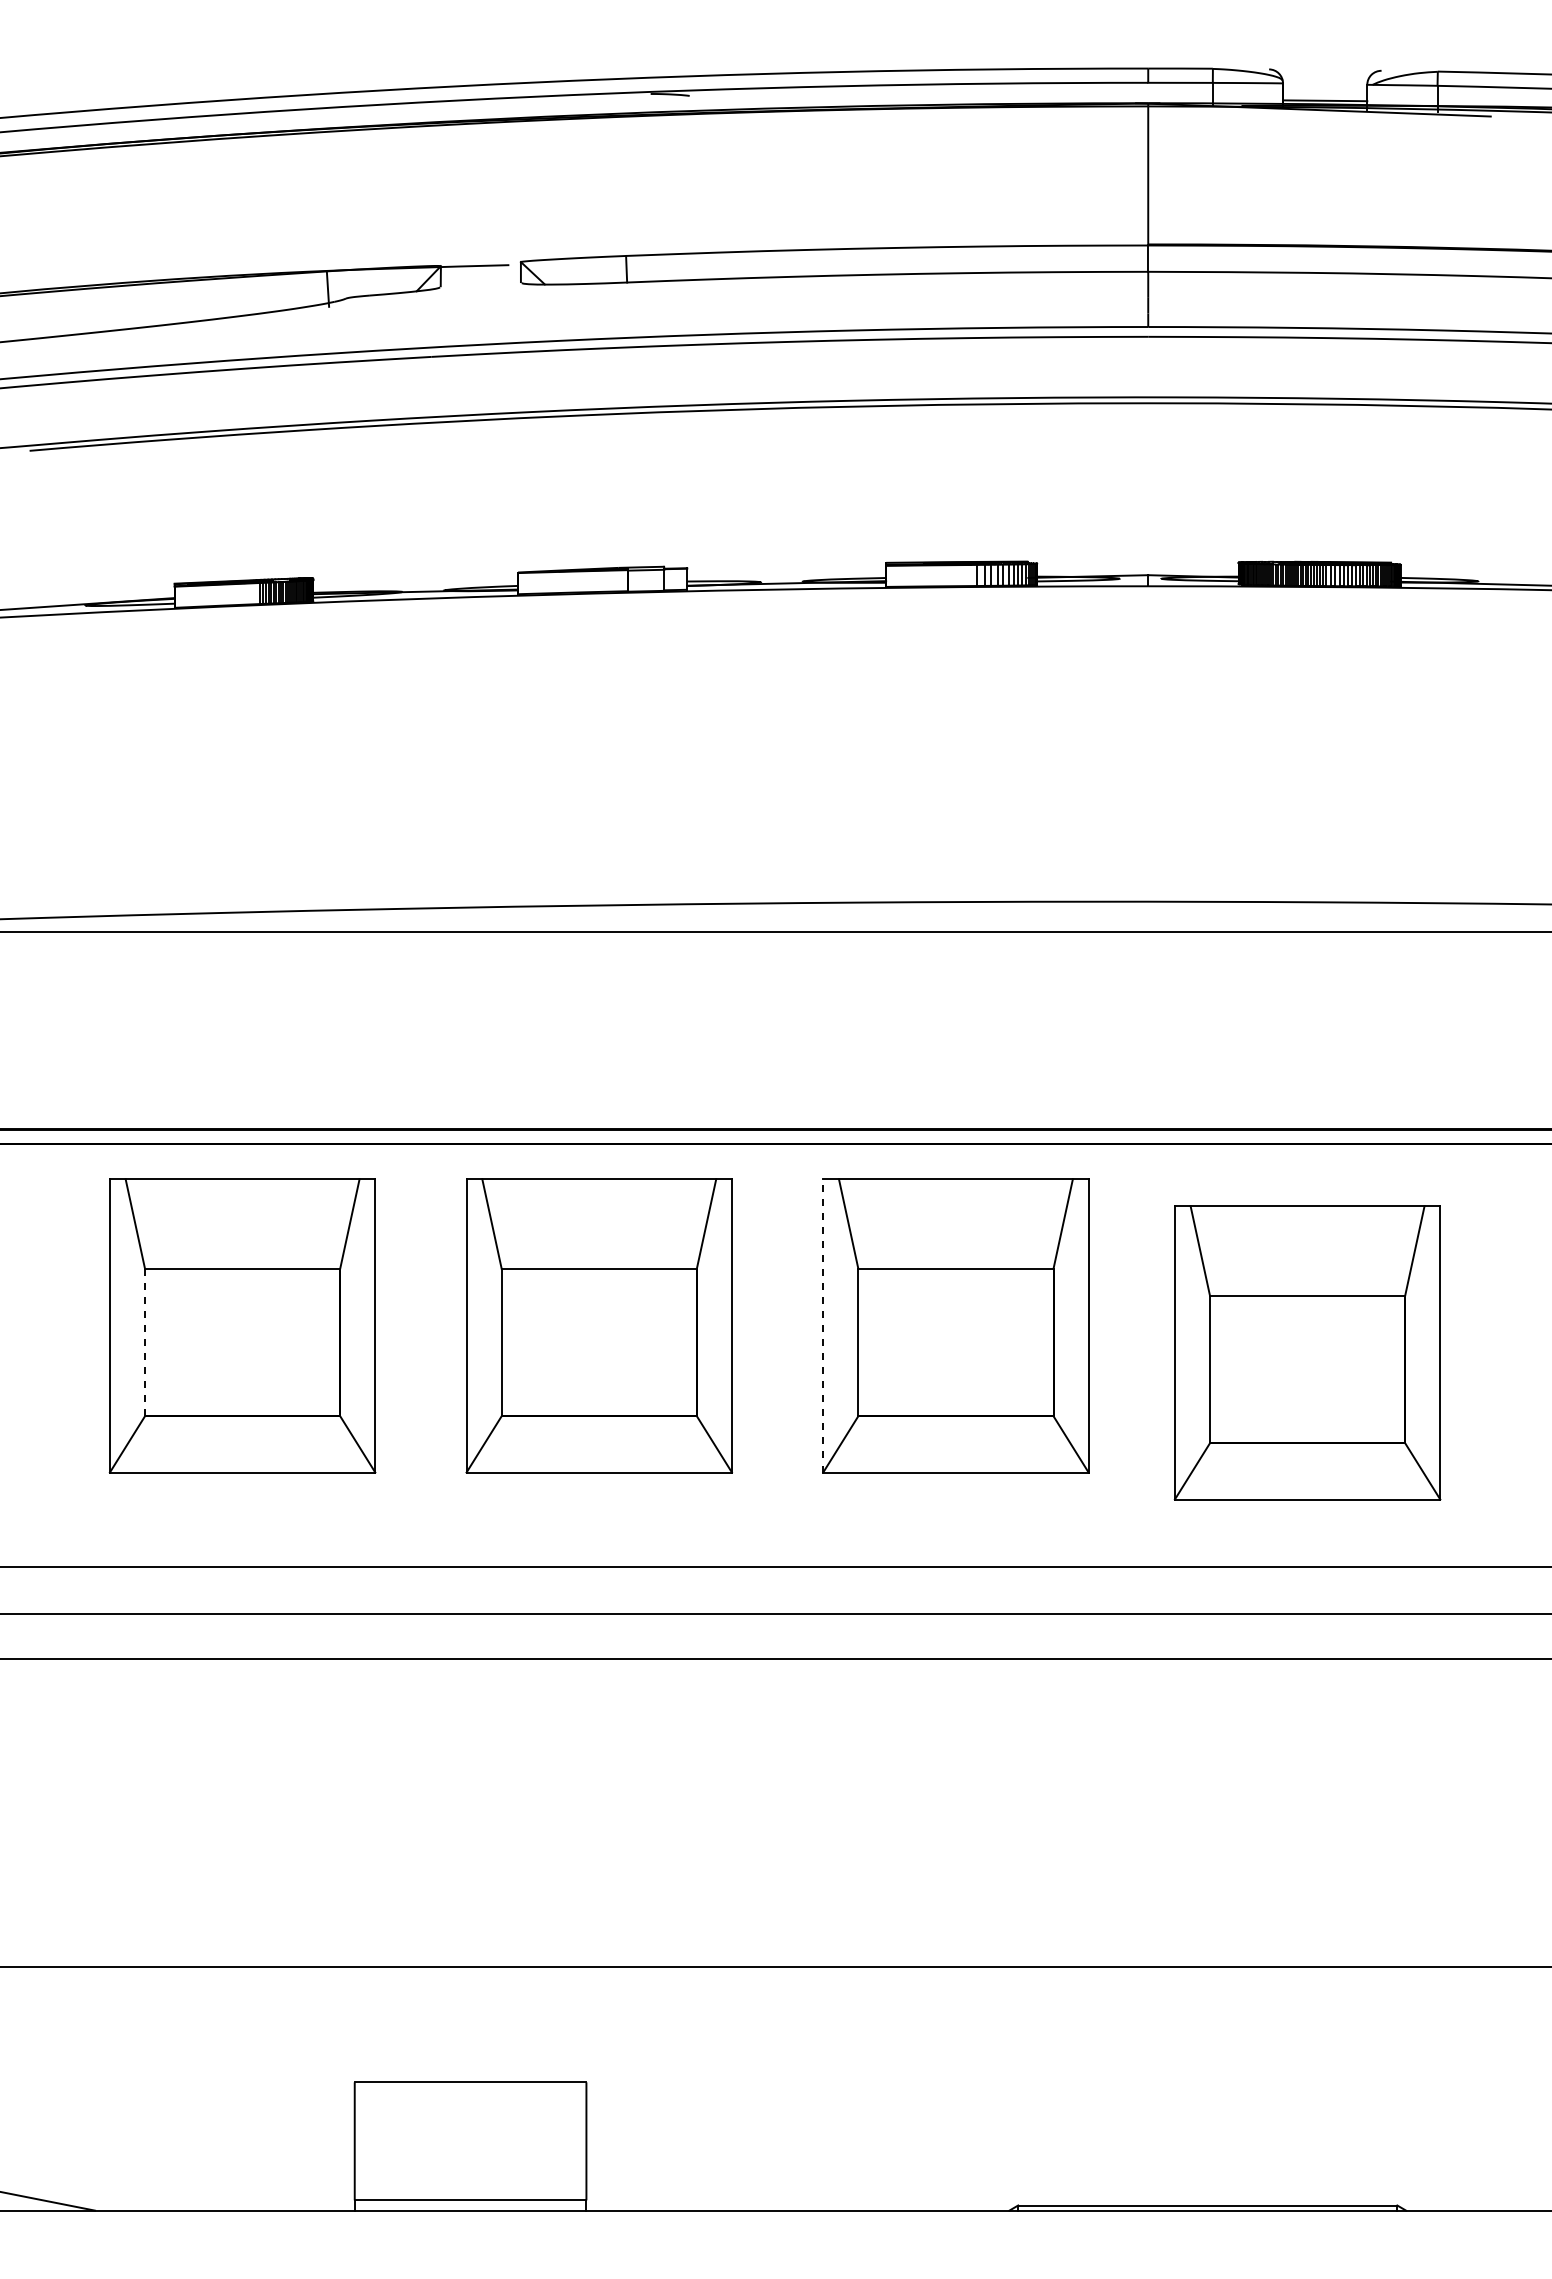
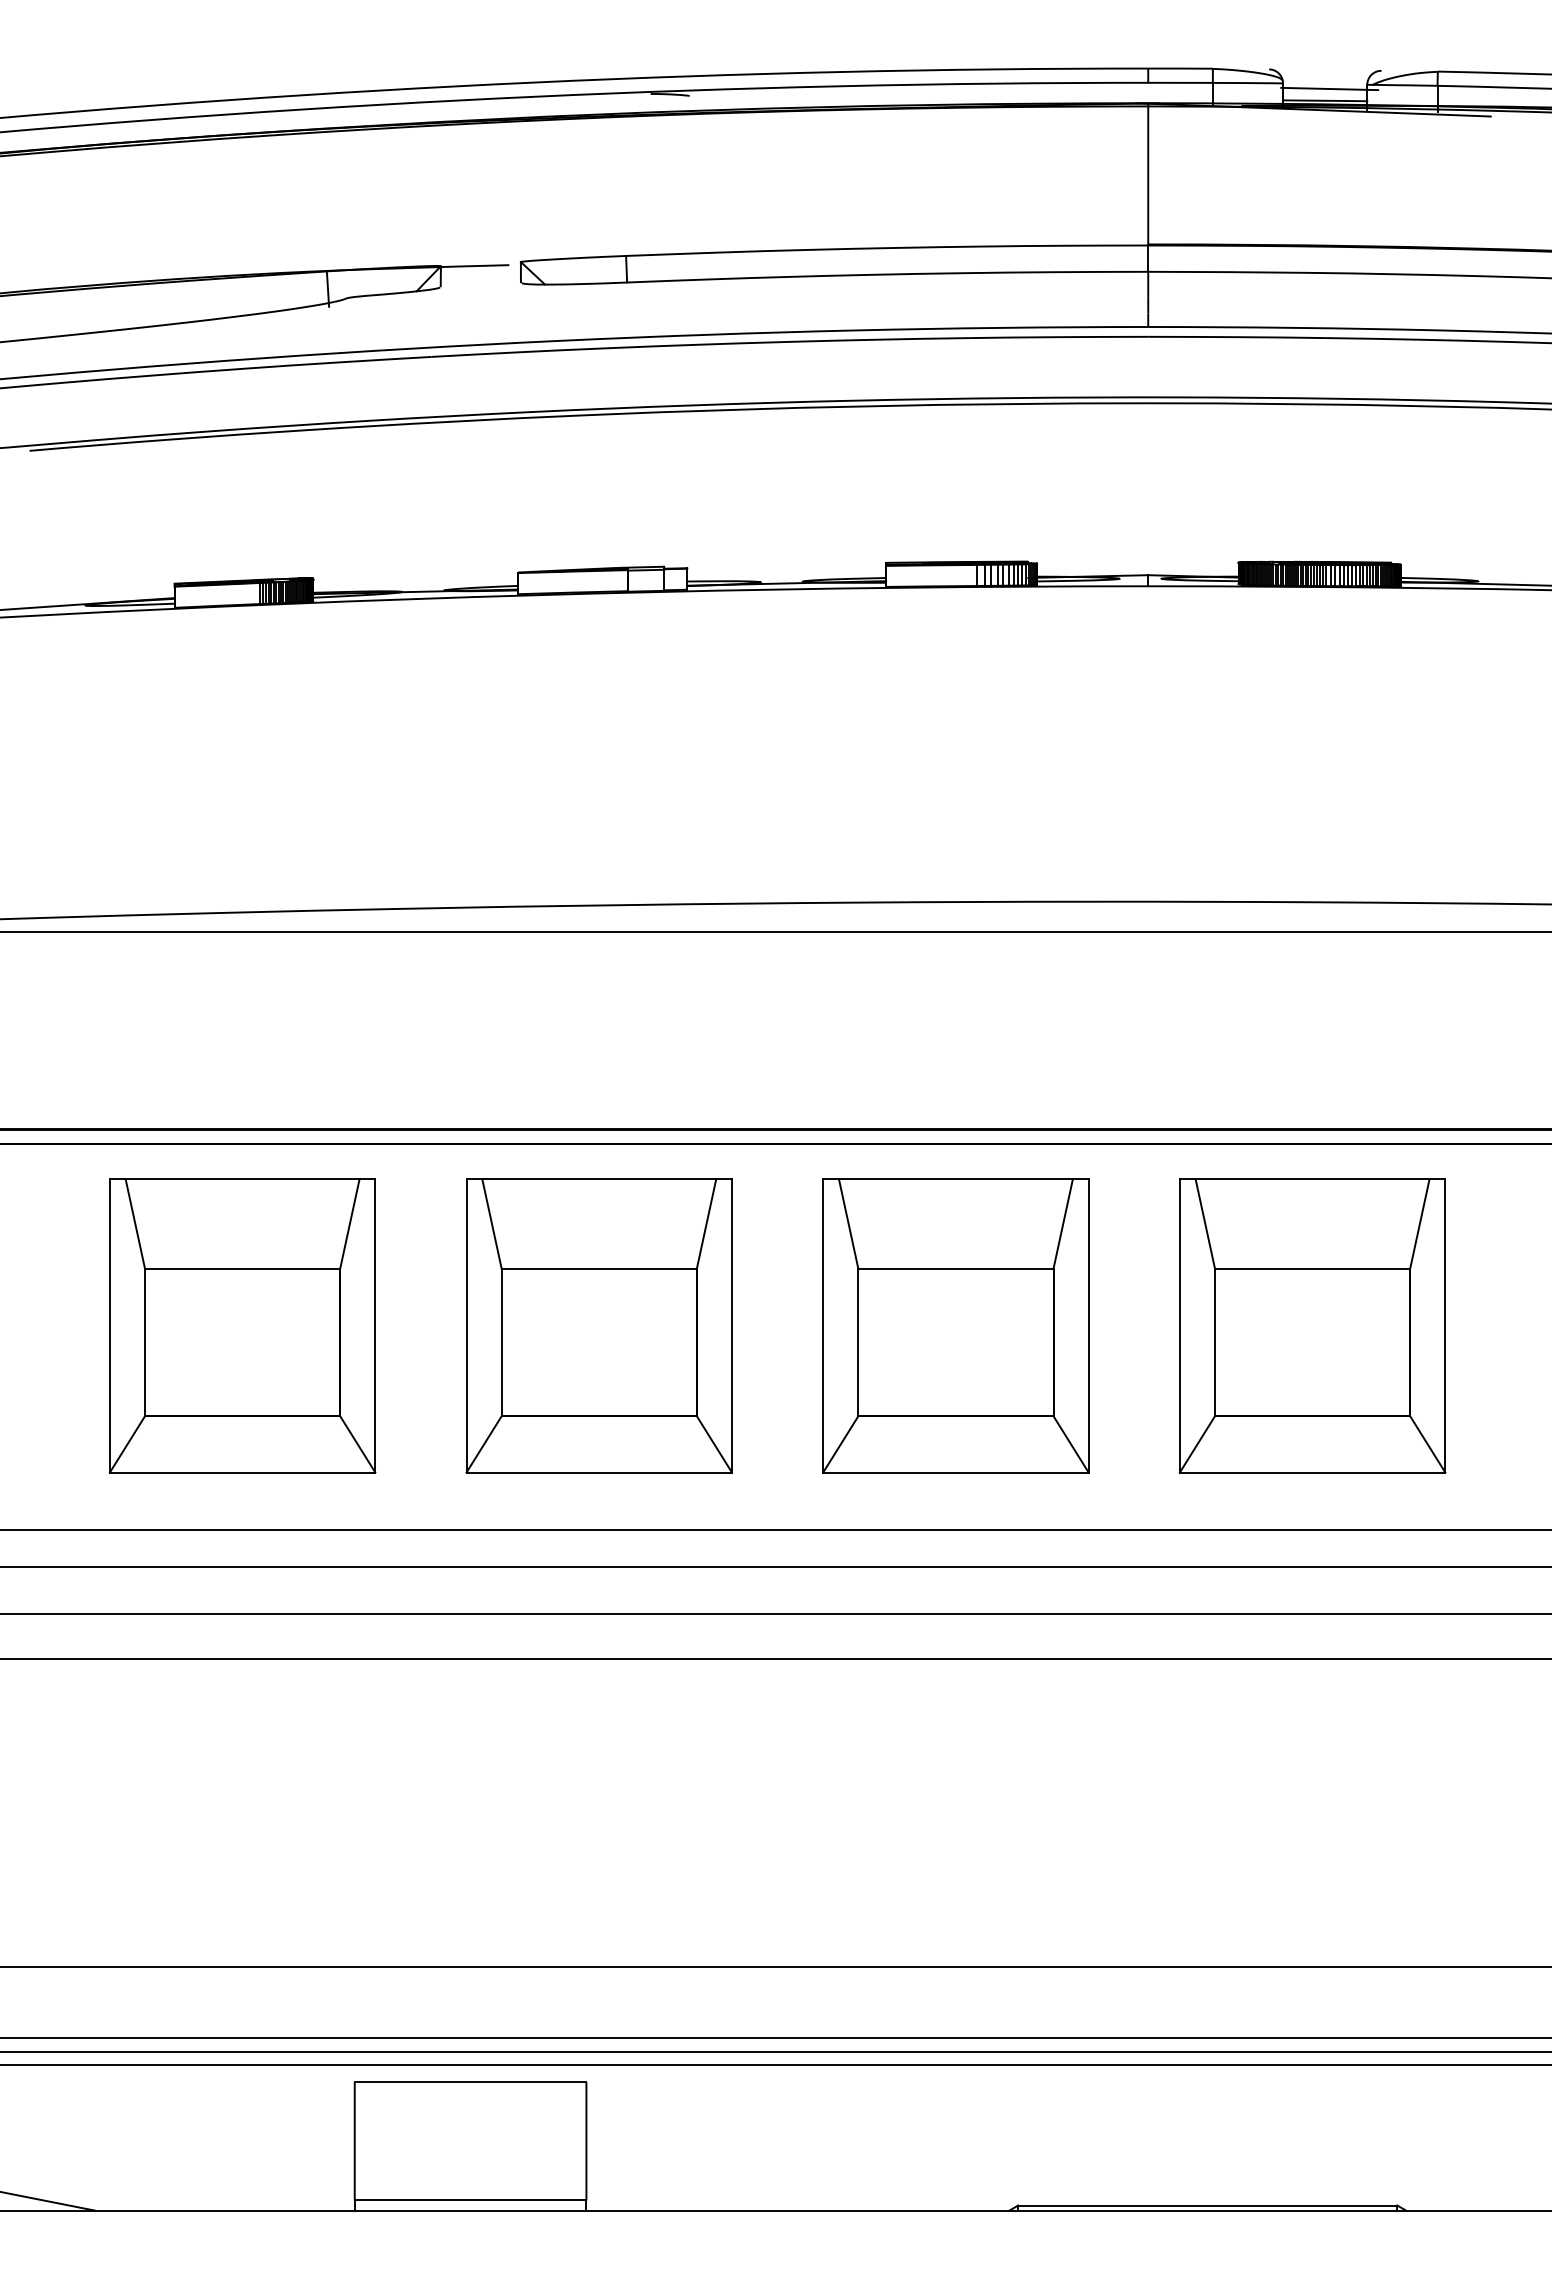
line at (1329, 88): none -> present
line at (823, 1325): dashed -> solid
line at (145, 1342): dashed -> solid
part at (1307, 1352) position: (1307, 1352) -> (1312, 1325)
line at (775, 1530): none -> present
line at (775, 2037): none -> present
line at (775, 2051): none -> present
line at (775, 2065): none -> present
